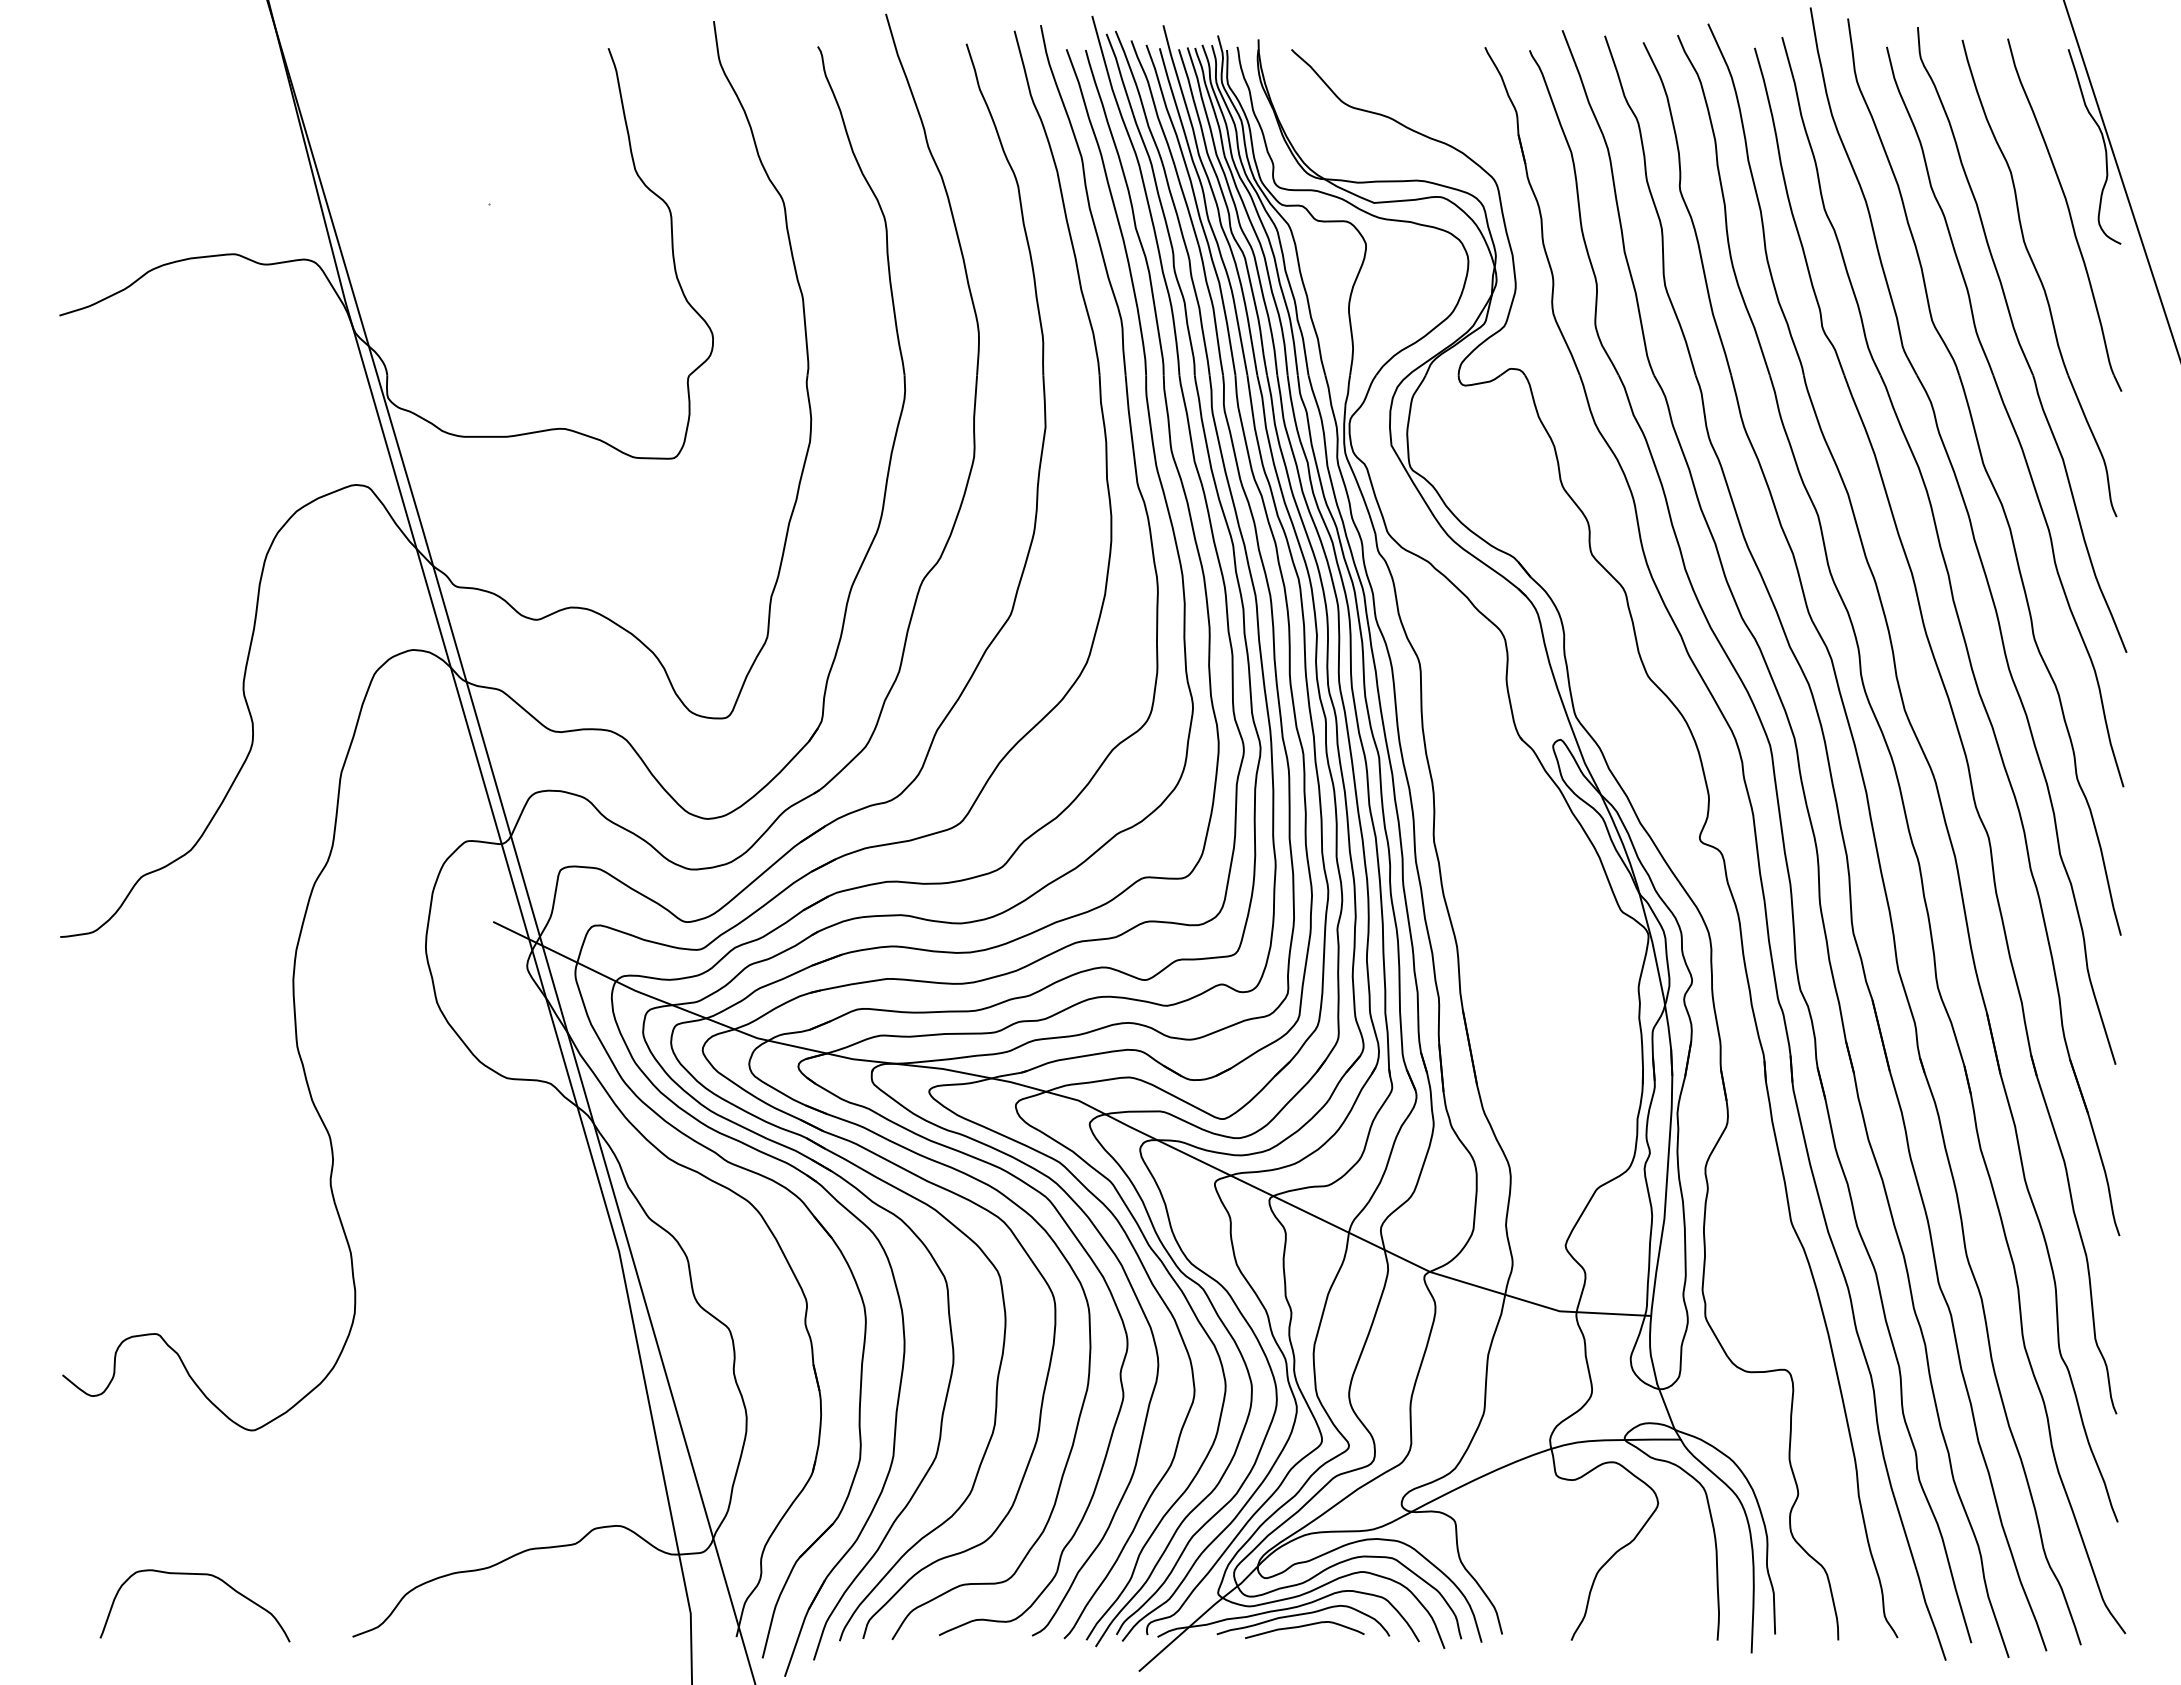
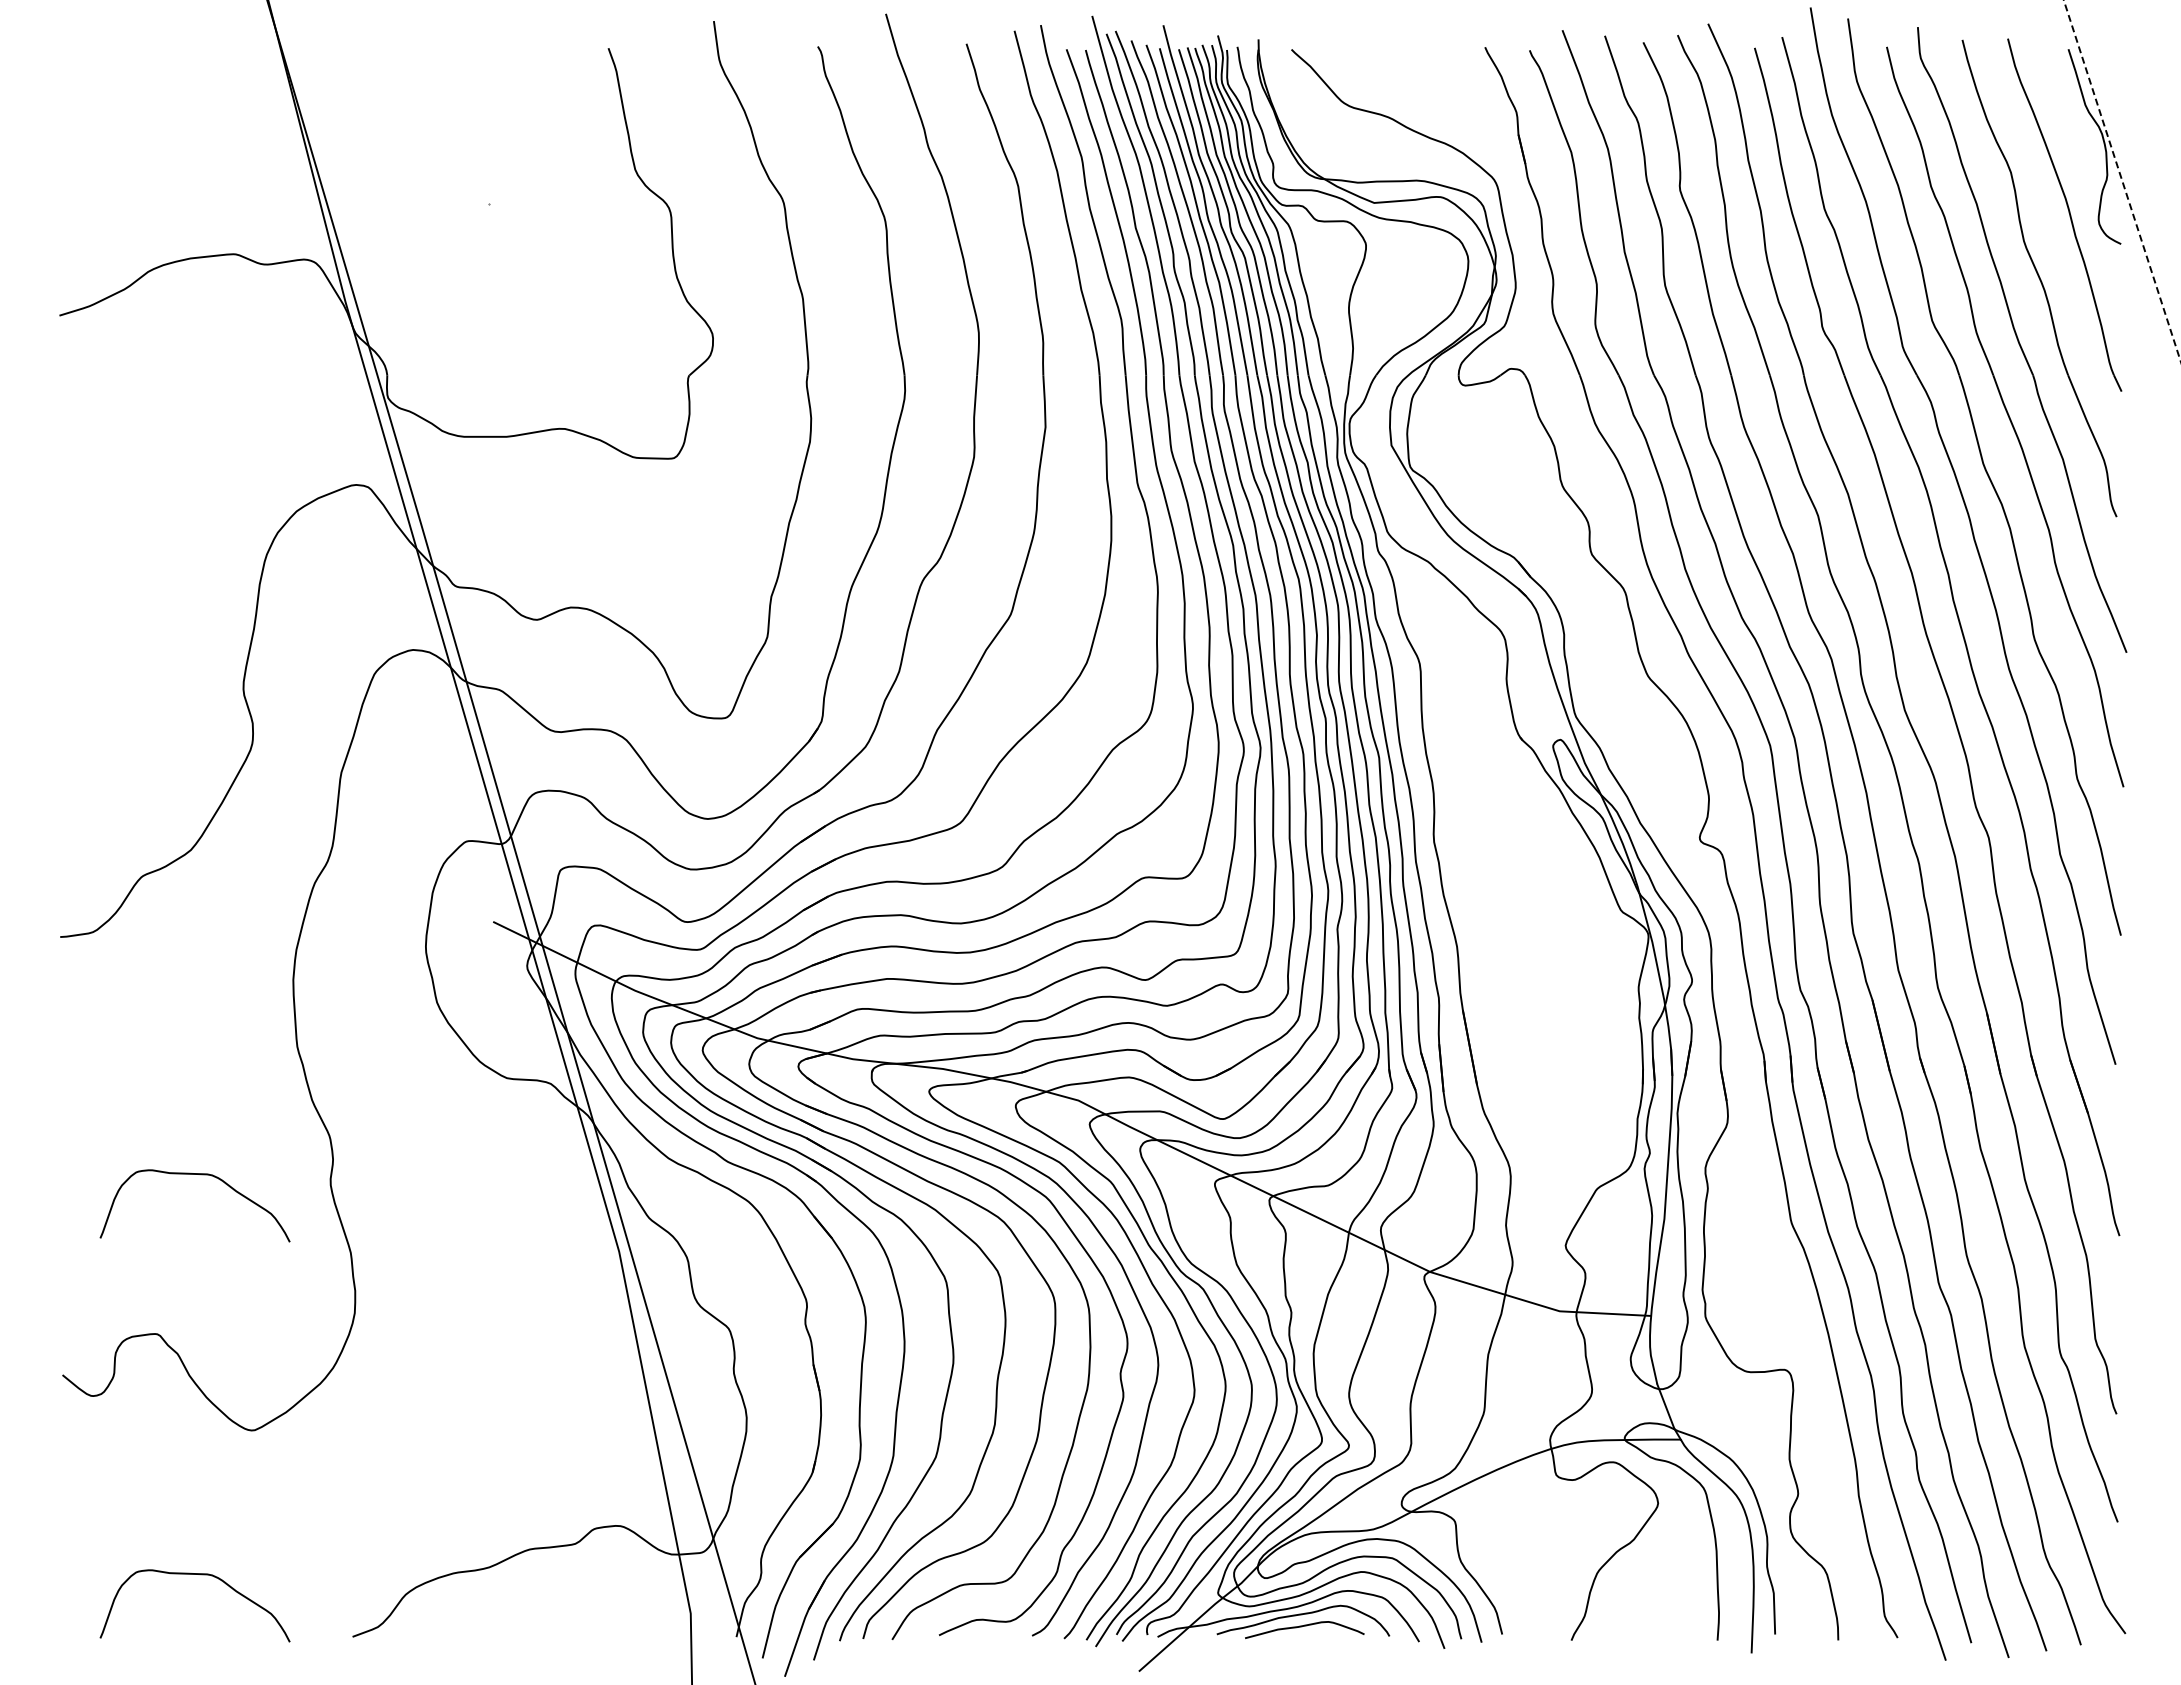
line at (2122, 181): solid -> dashed
curve at (200, 1175): none -> present
